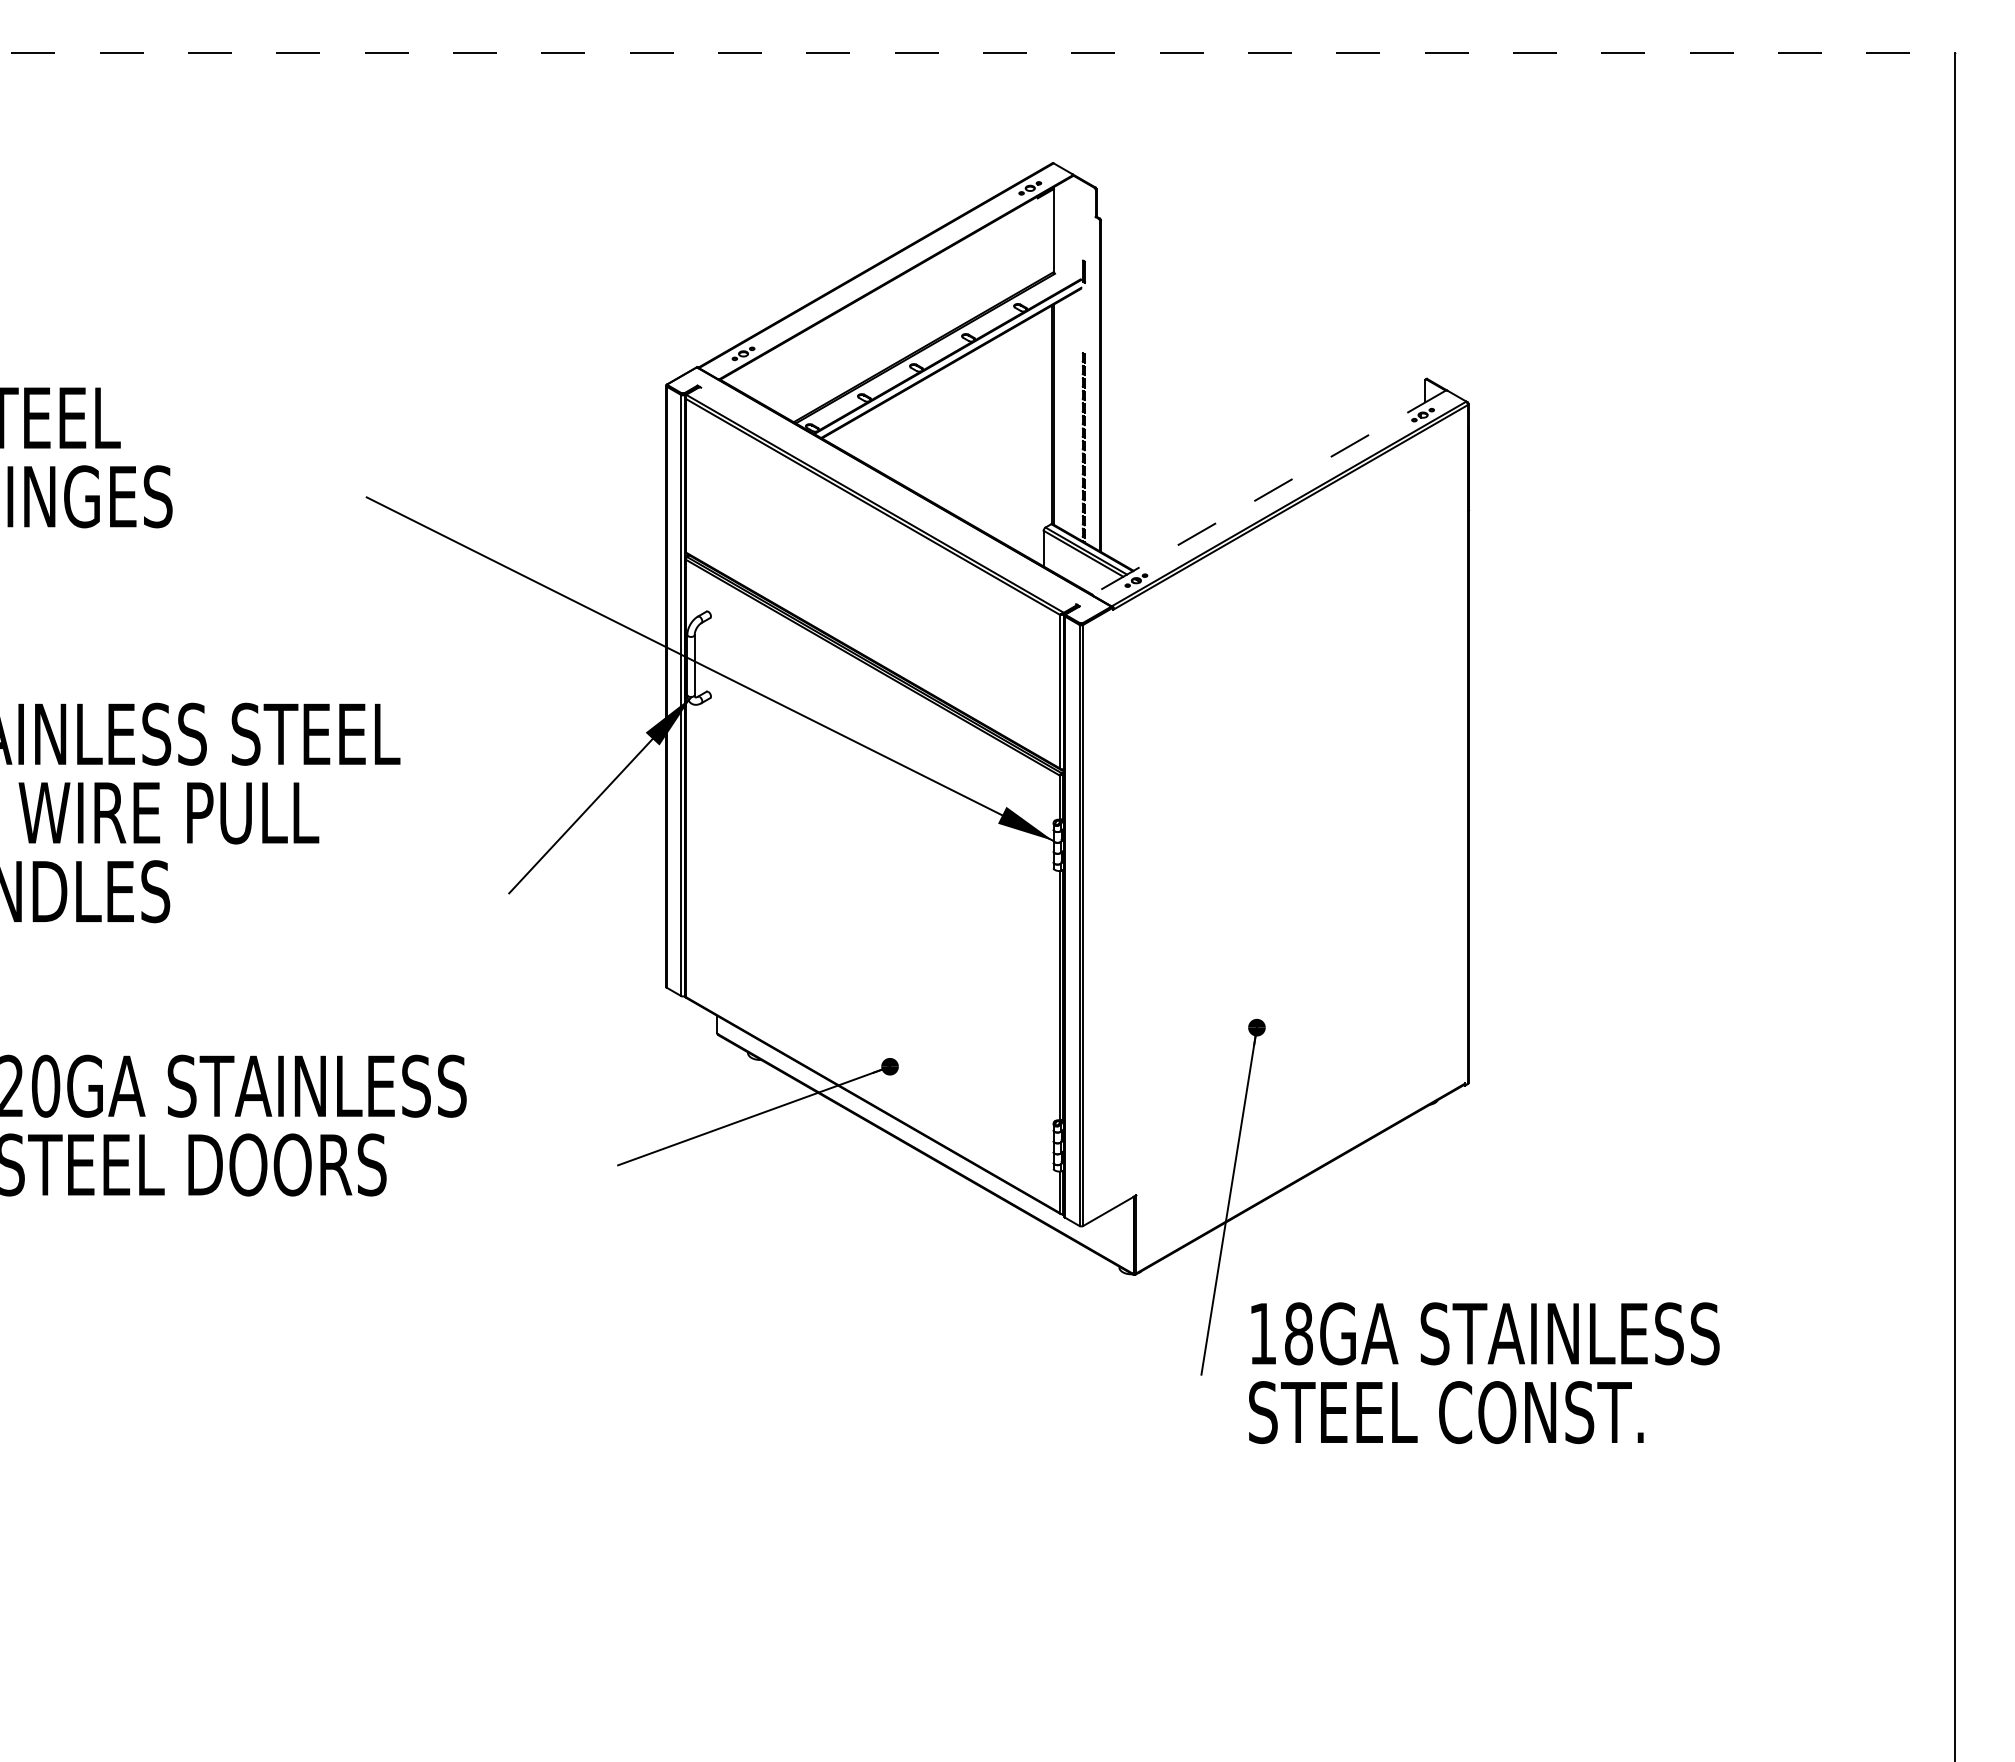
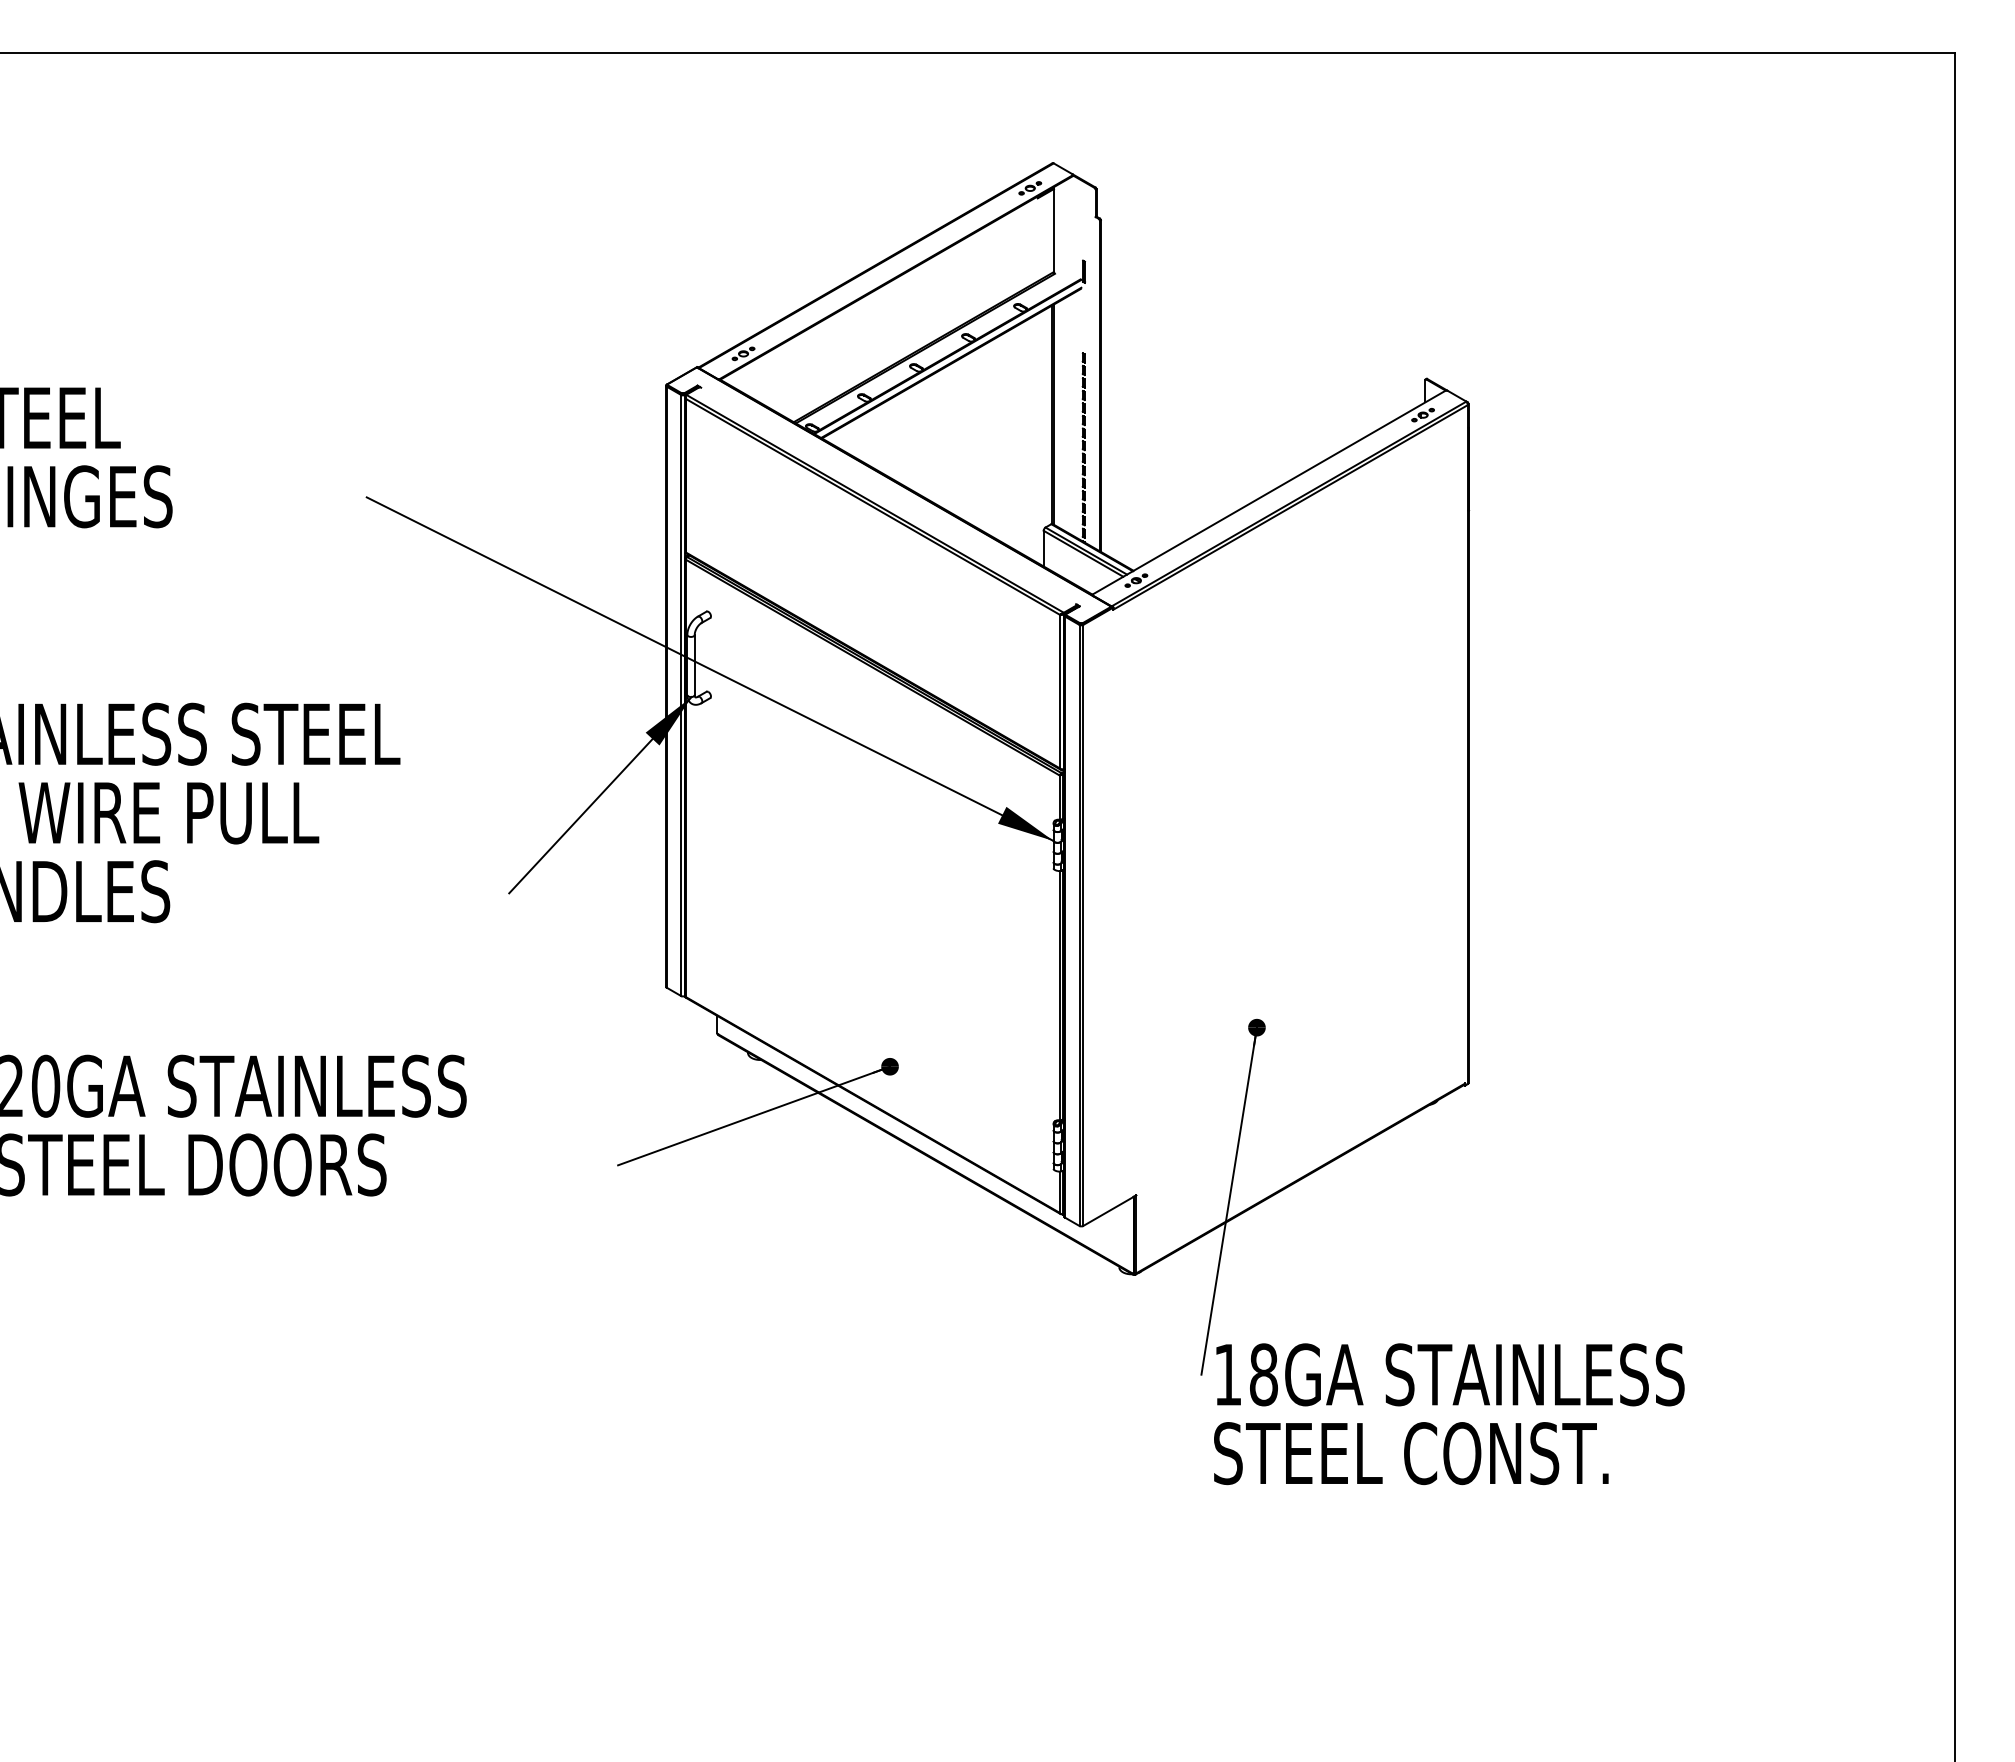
line at (977, 52): dashed -> solid
line at (1269, 492): dashed -> solid
text at (1484, 1373) position: (1484, 1373) -> (1449, 1414)
